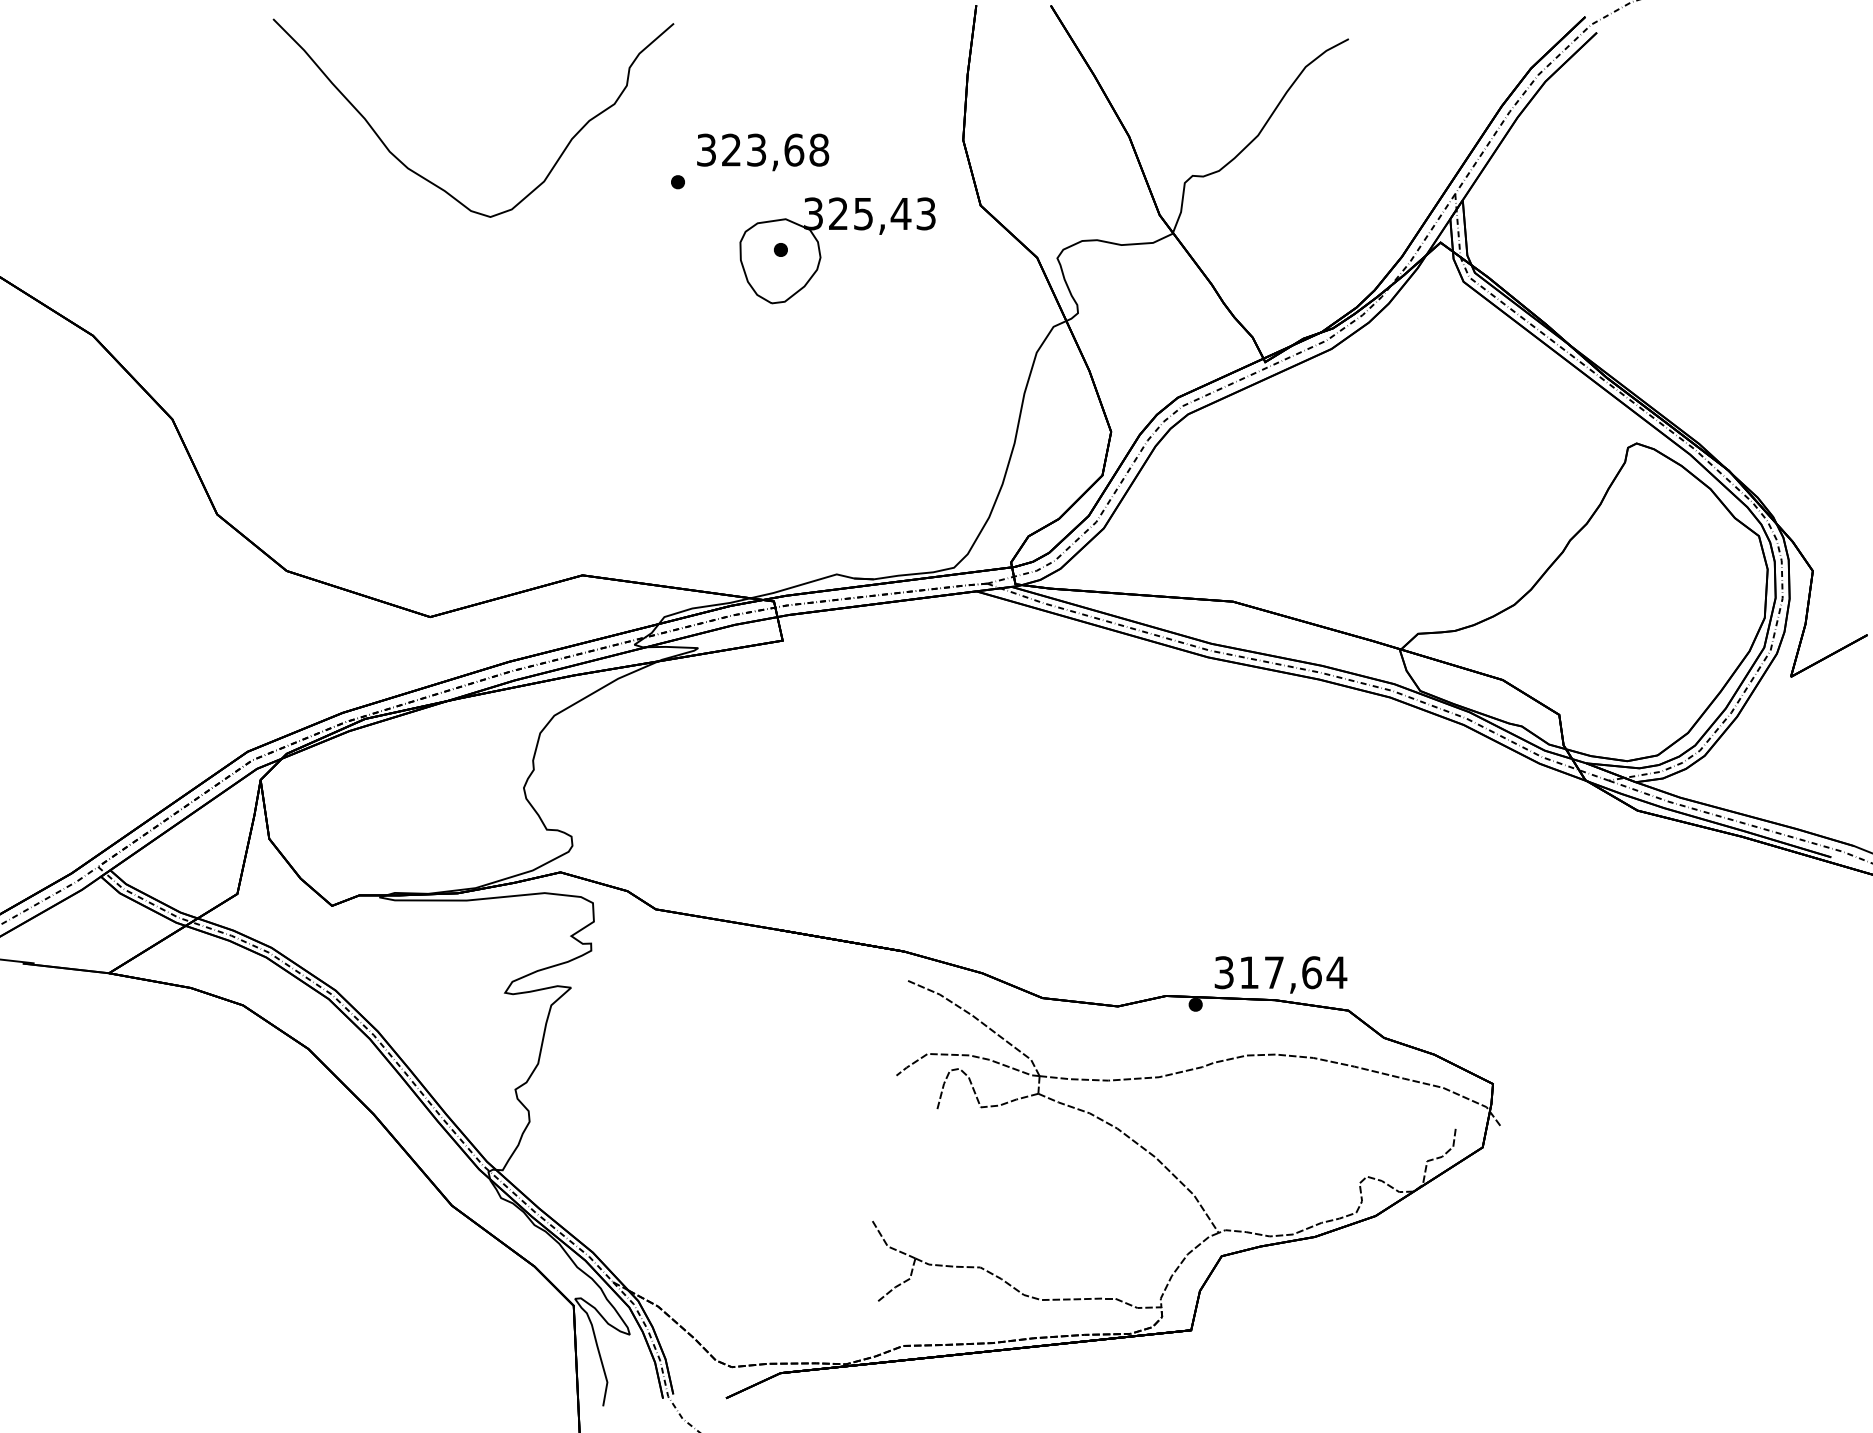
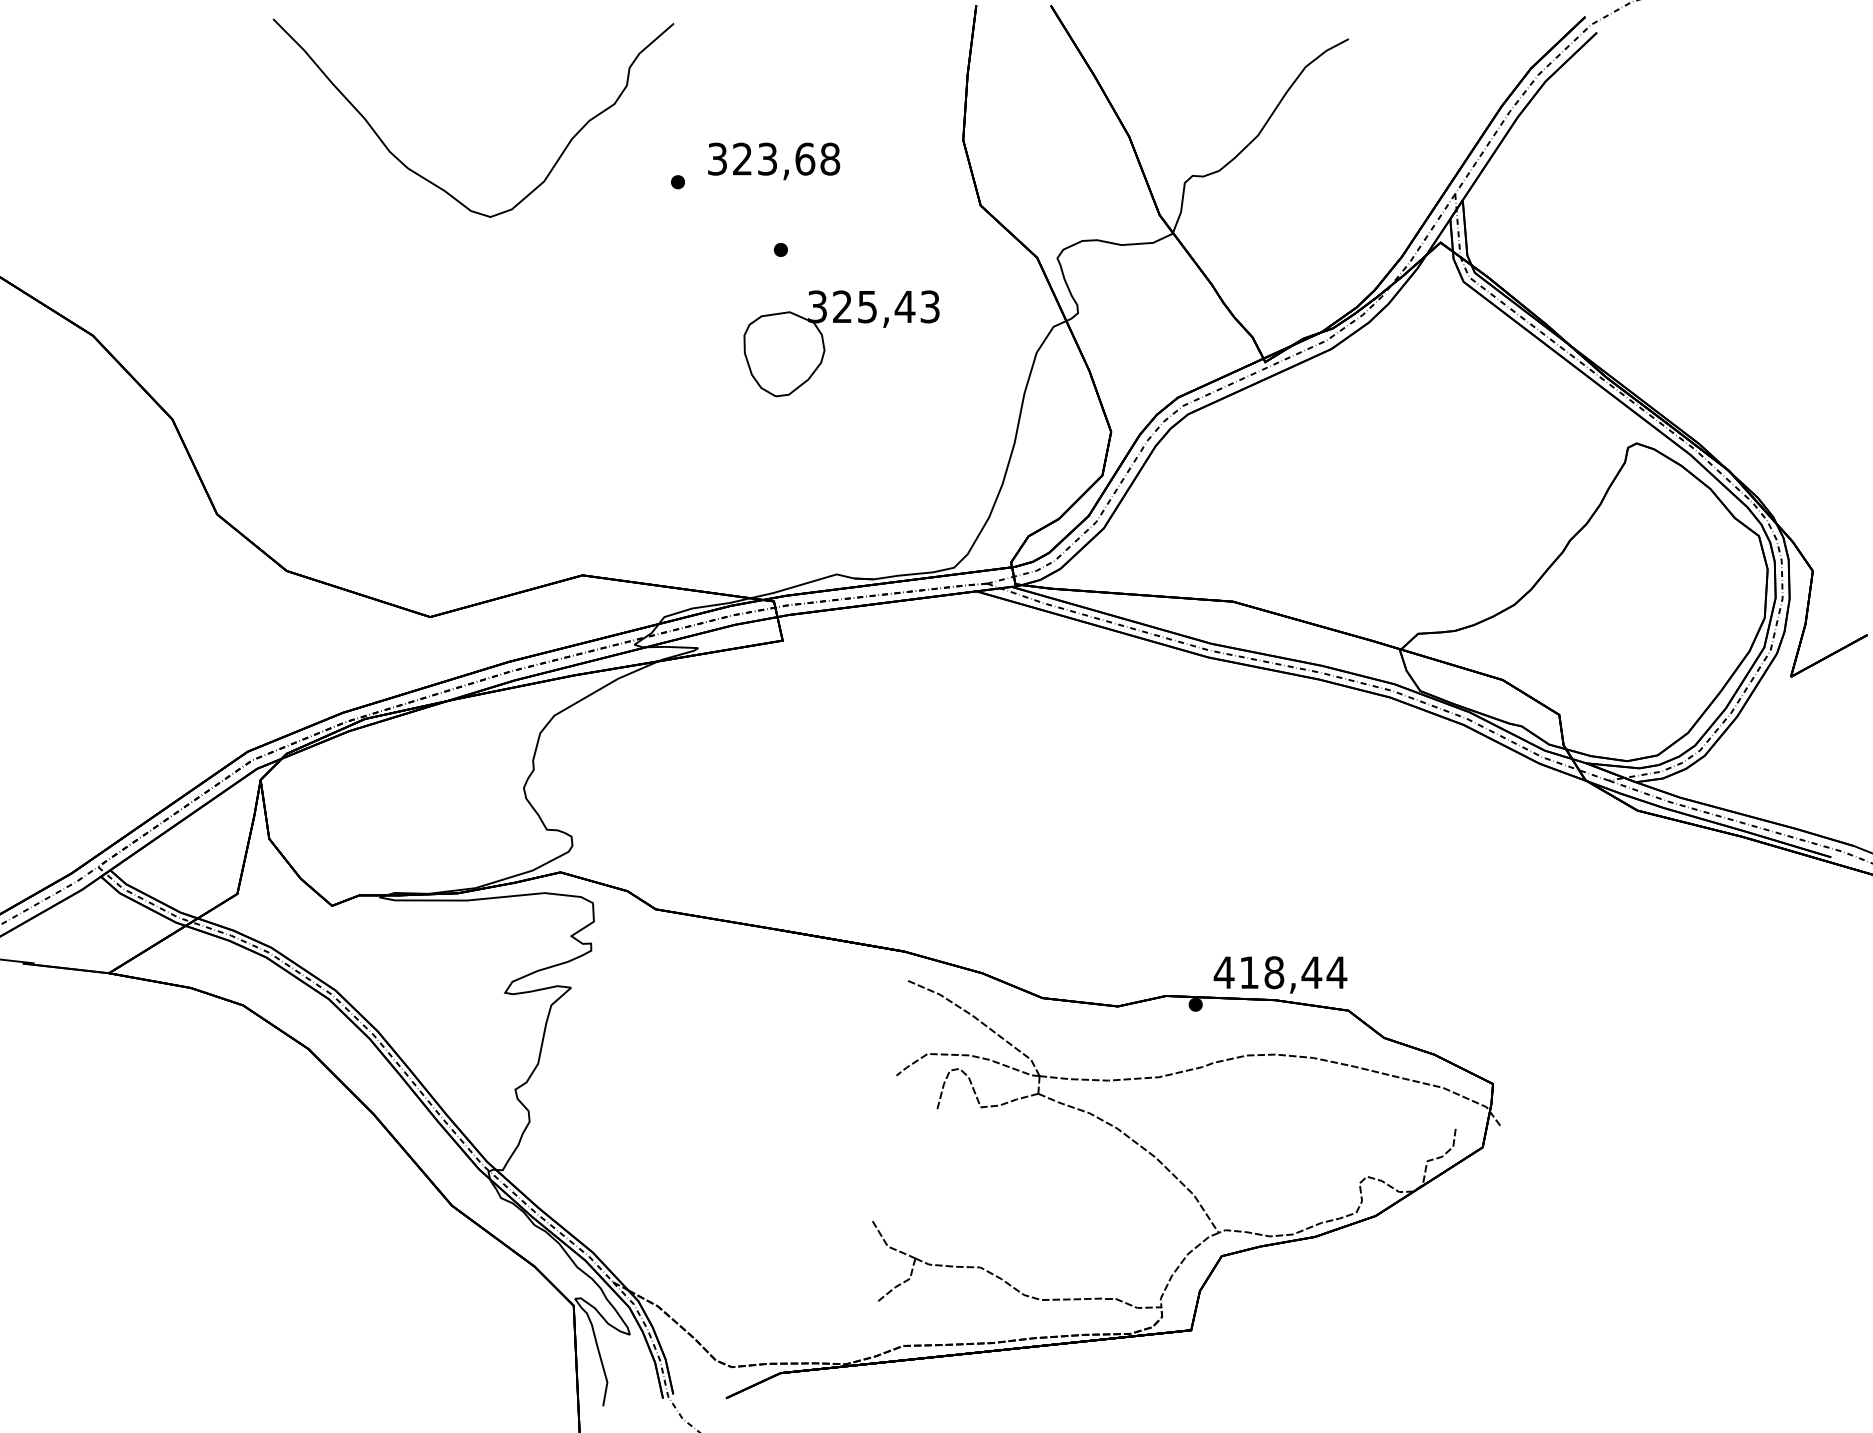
text at (763, 152) position: (763, 152) -> (774, 161)
part at (821, 255) position: (821, 255) -> (825, 348)
text at (1267, 972): 317,64 -> 418,44
